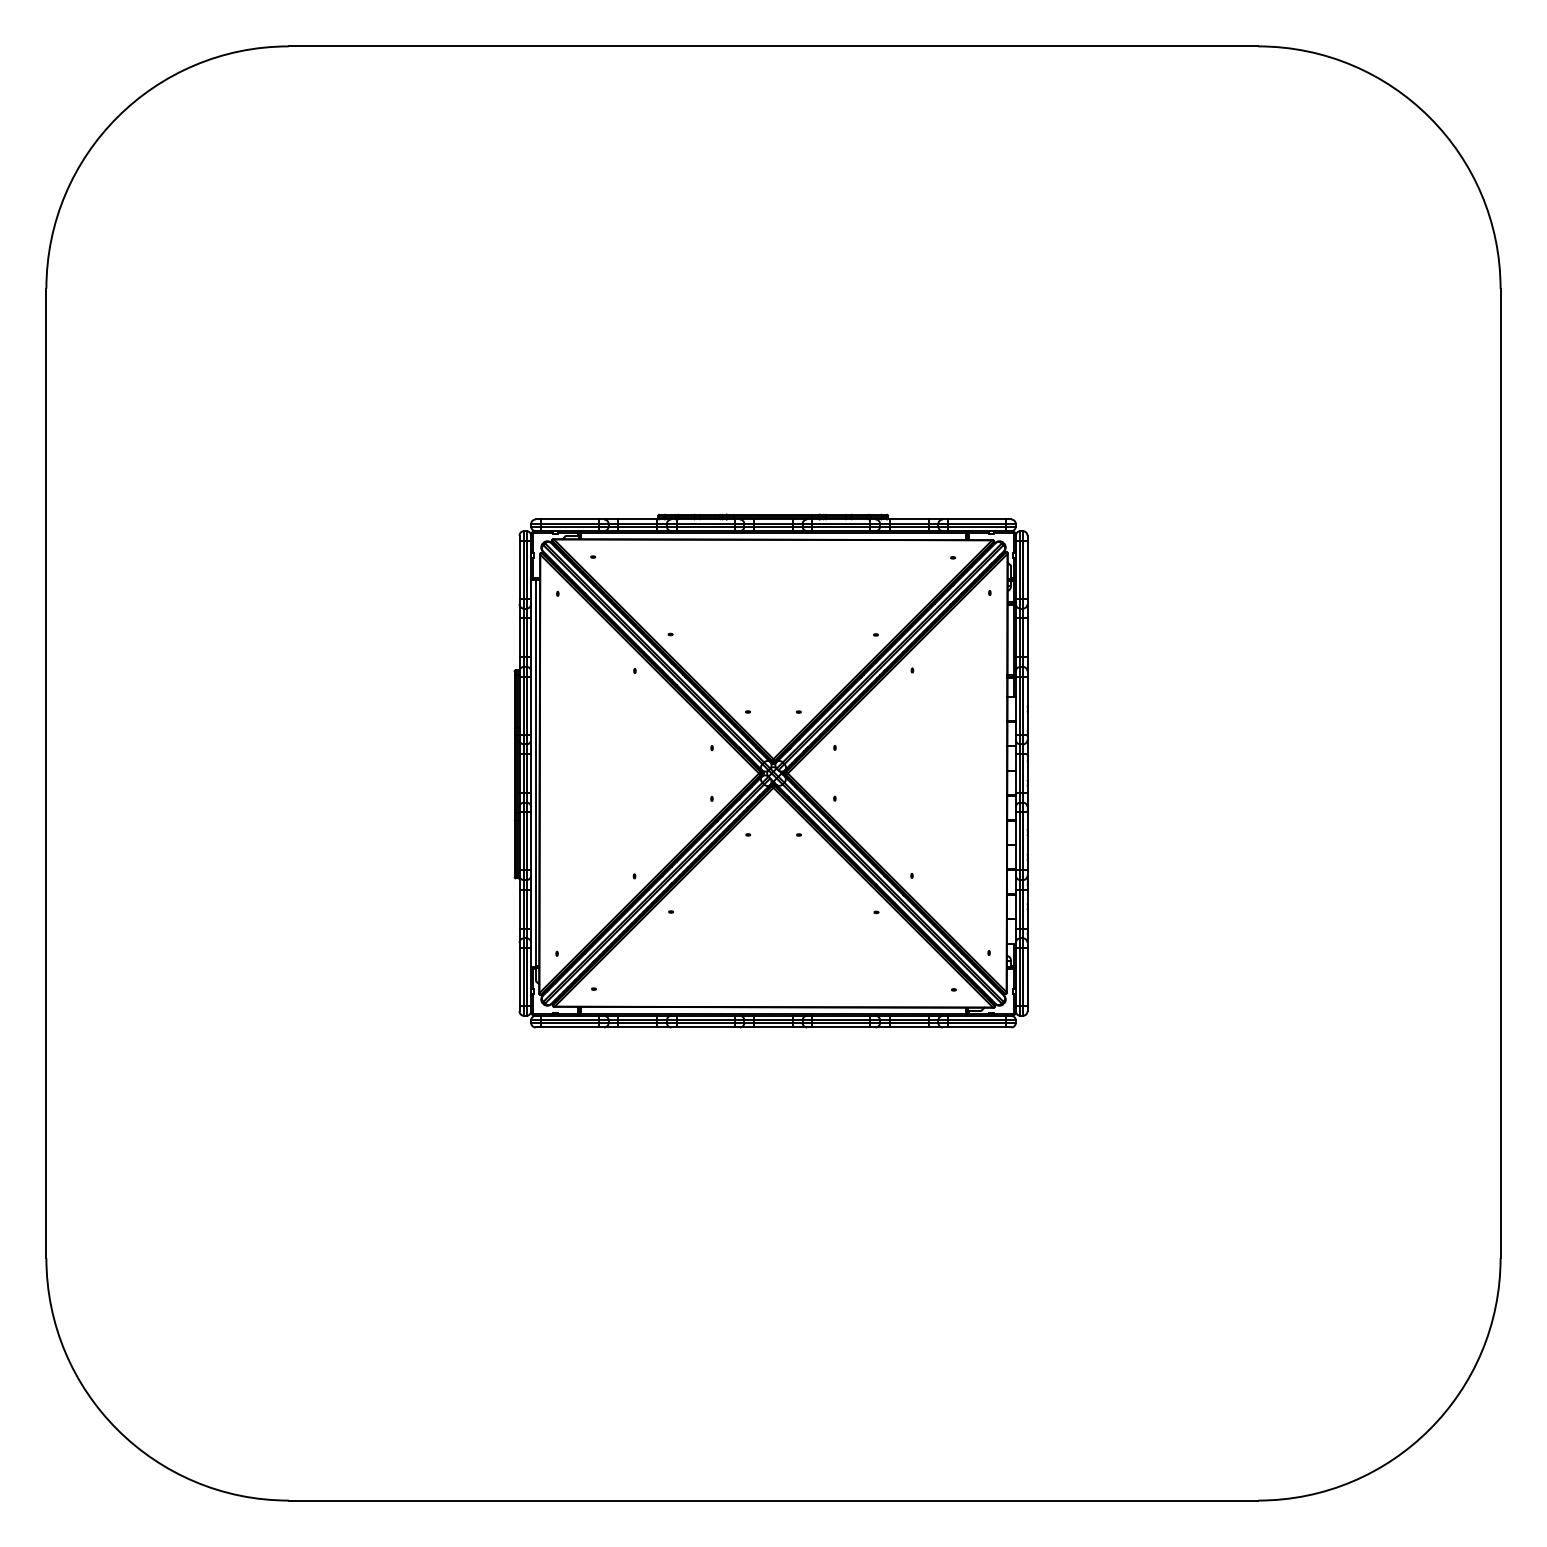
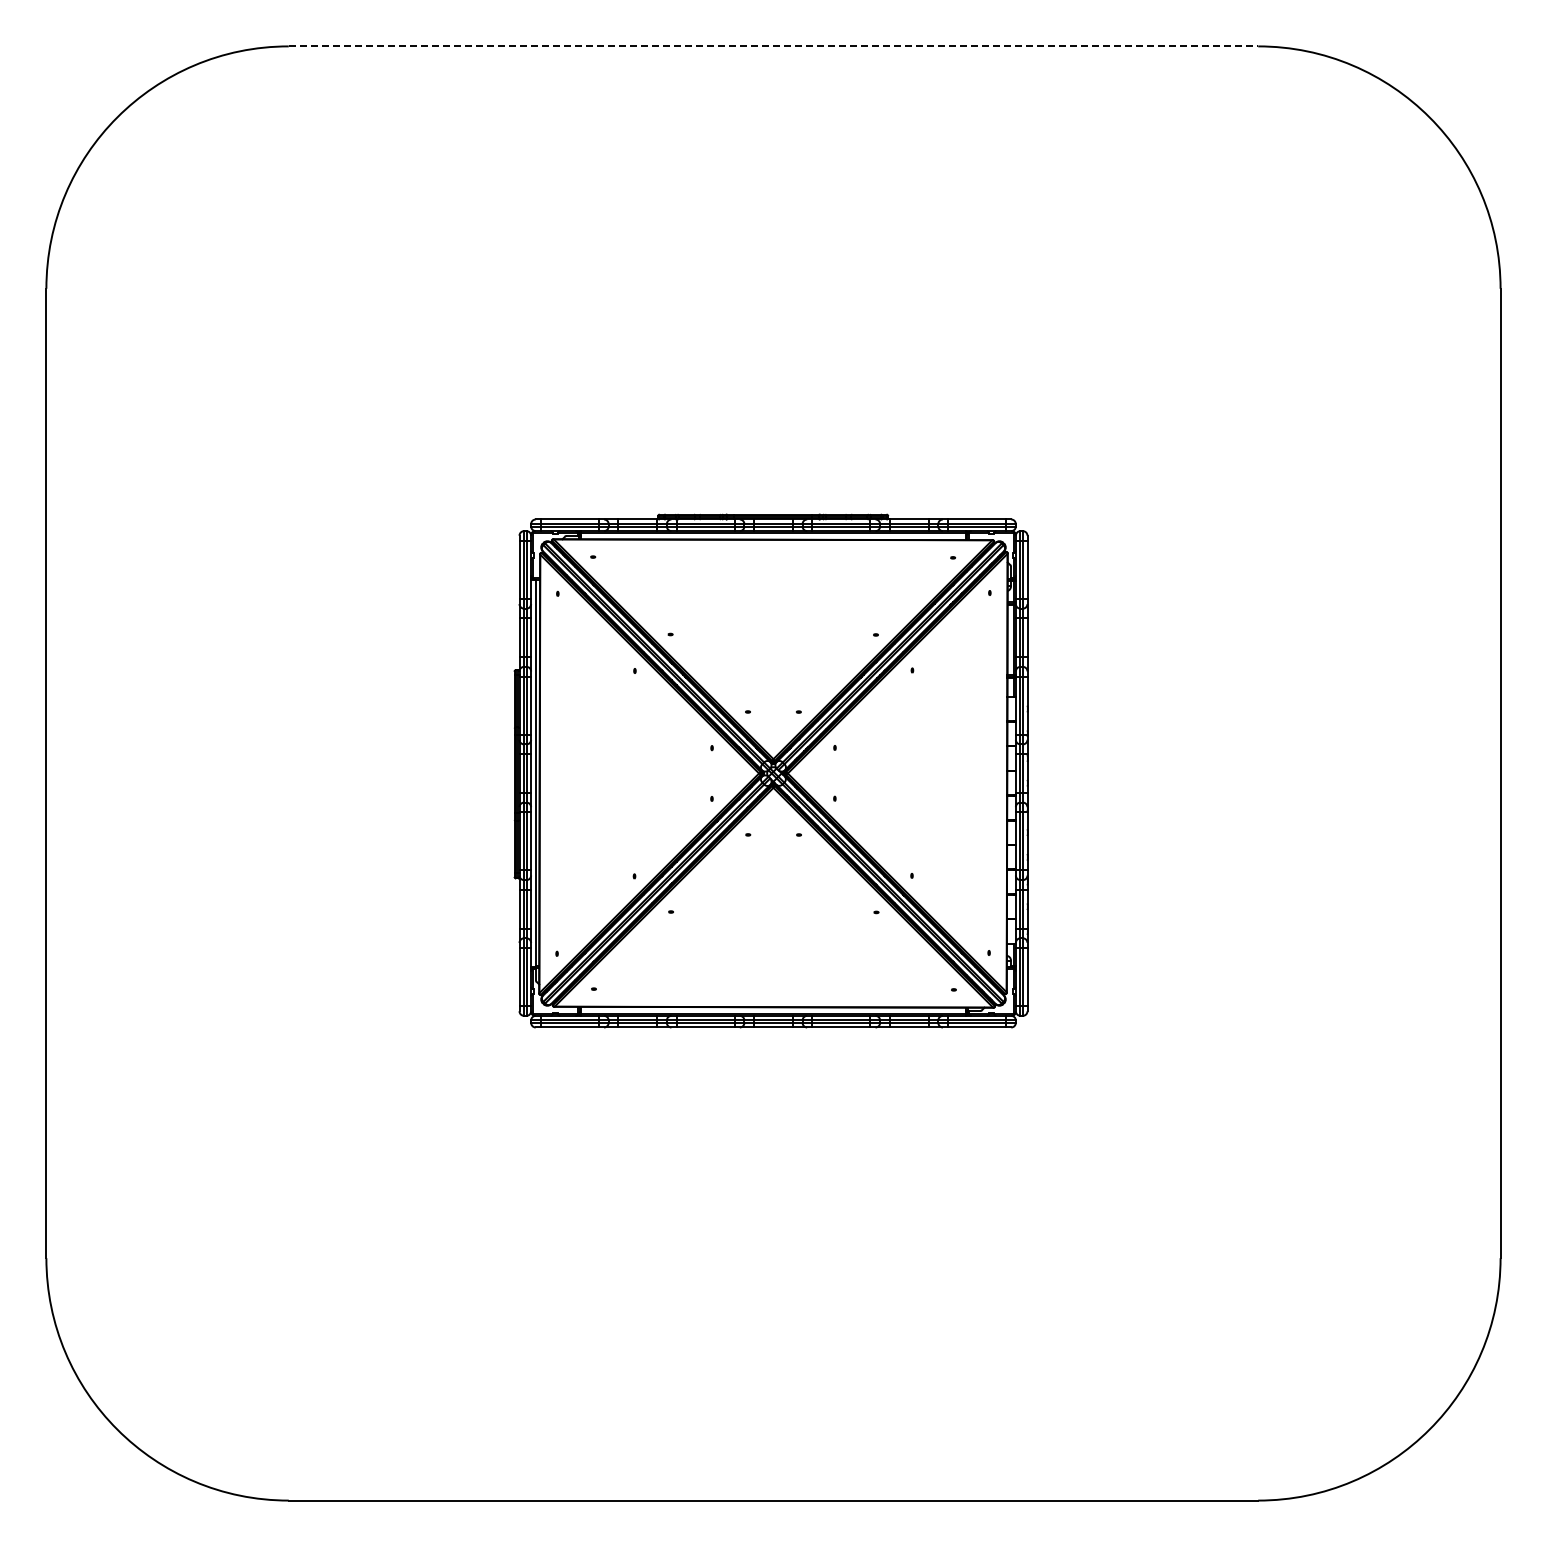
line at (773, 46): solid -> dashed
